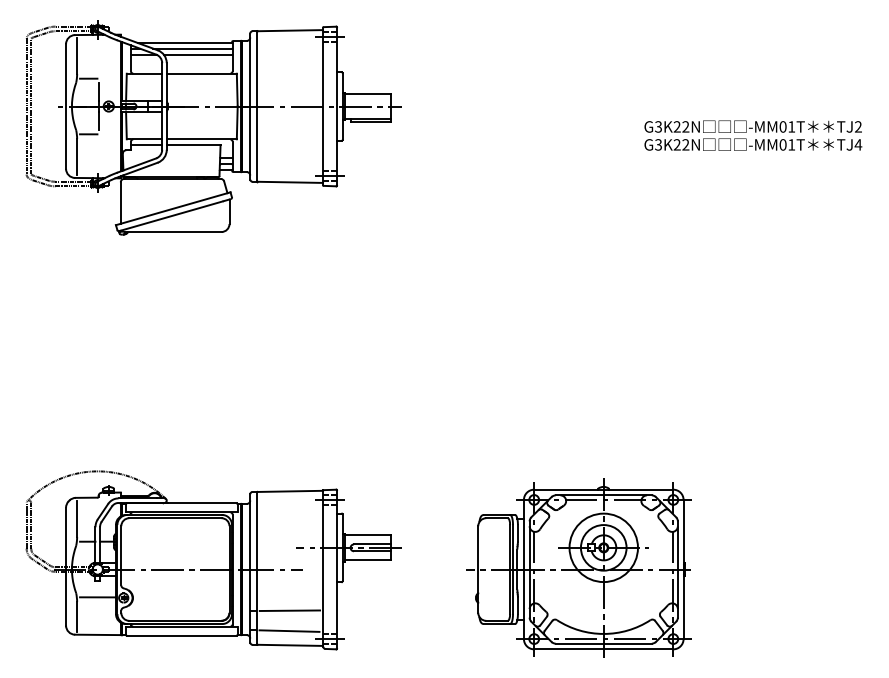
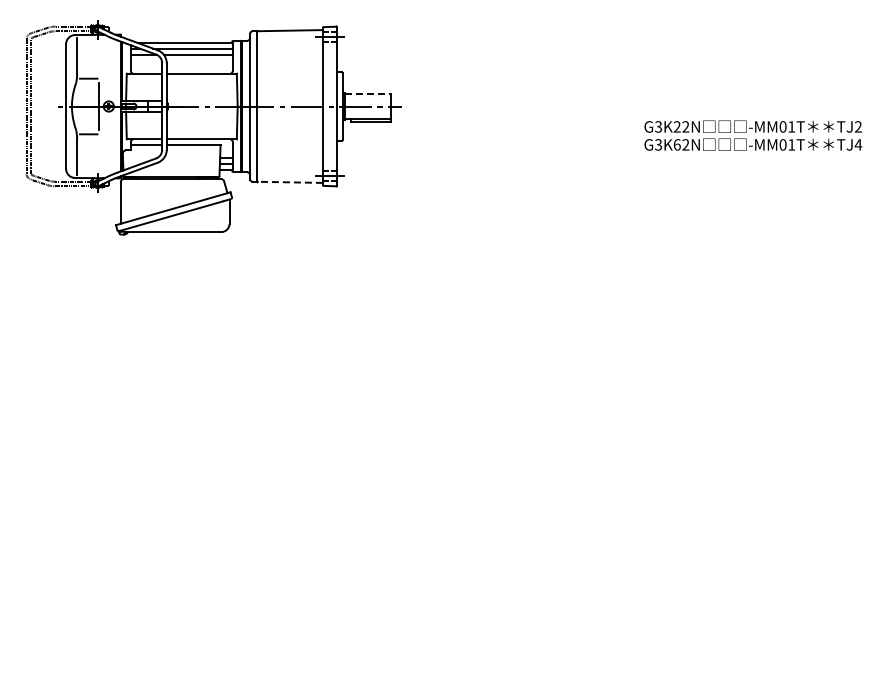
line at (367, 93): solid -> dashed
text at (676, 144): G3K22N -> G3K62N
line at (290, 182): solid -> dashed
part at (213, 560): present -> none
part at (578, 567): present -> none
